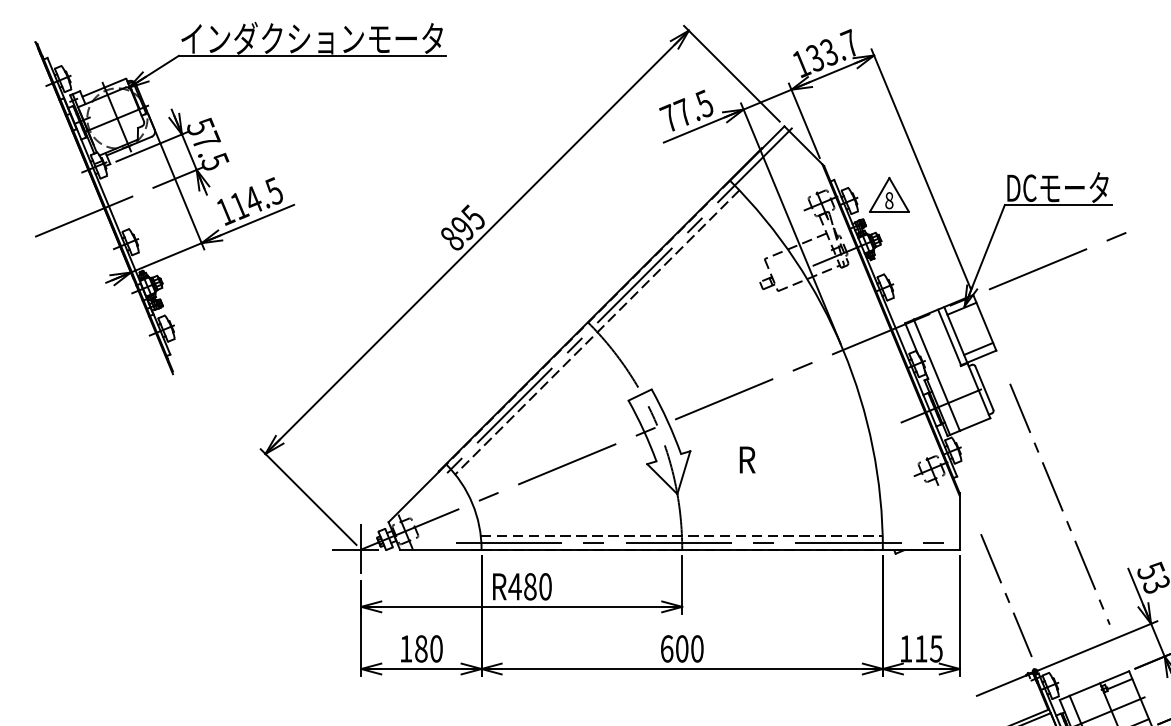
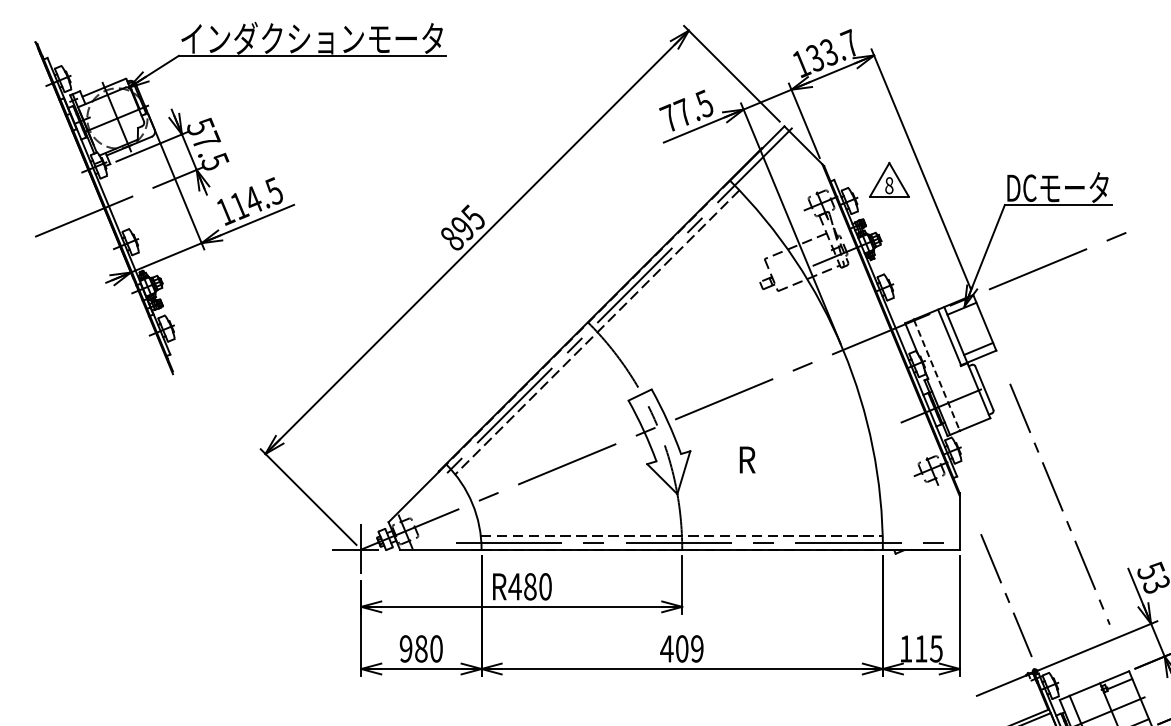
part at (889, 194) position: (889, 194) -> (889, 179)
line at (936, 375): solid -> dashed
text at (405, 648): 180 -> 980
text at (681, 648): 600 -> 409
